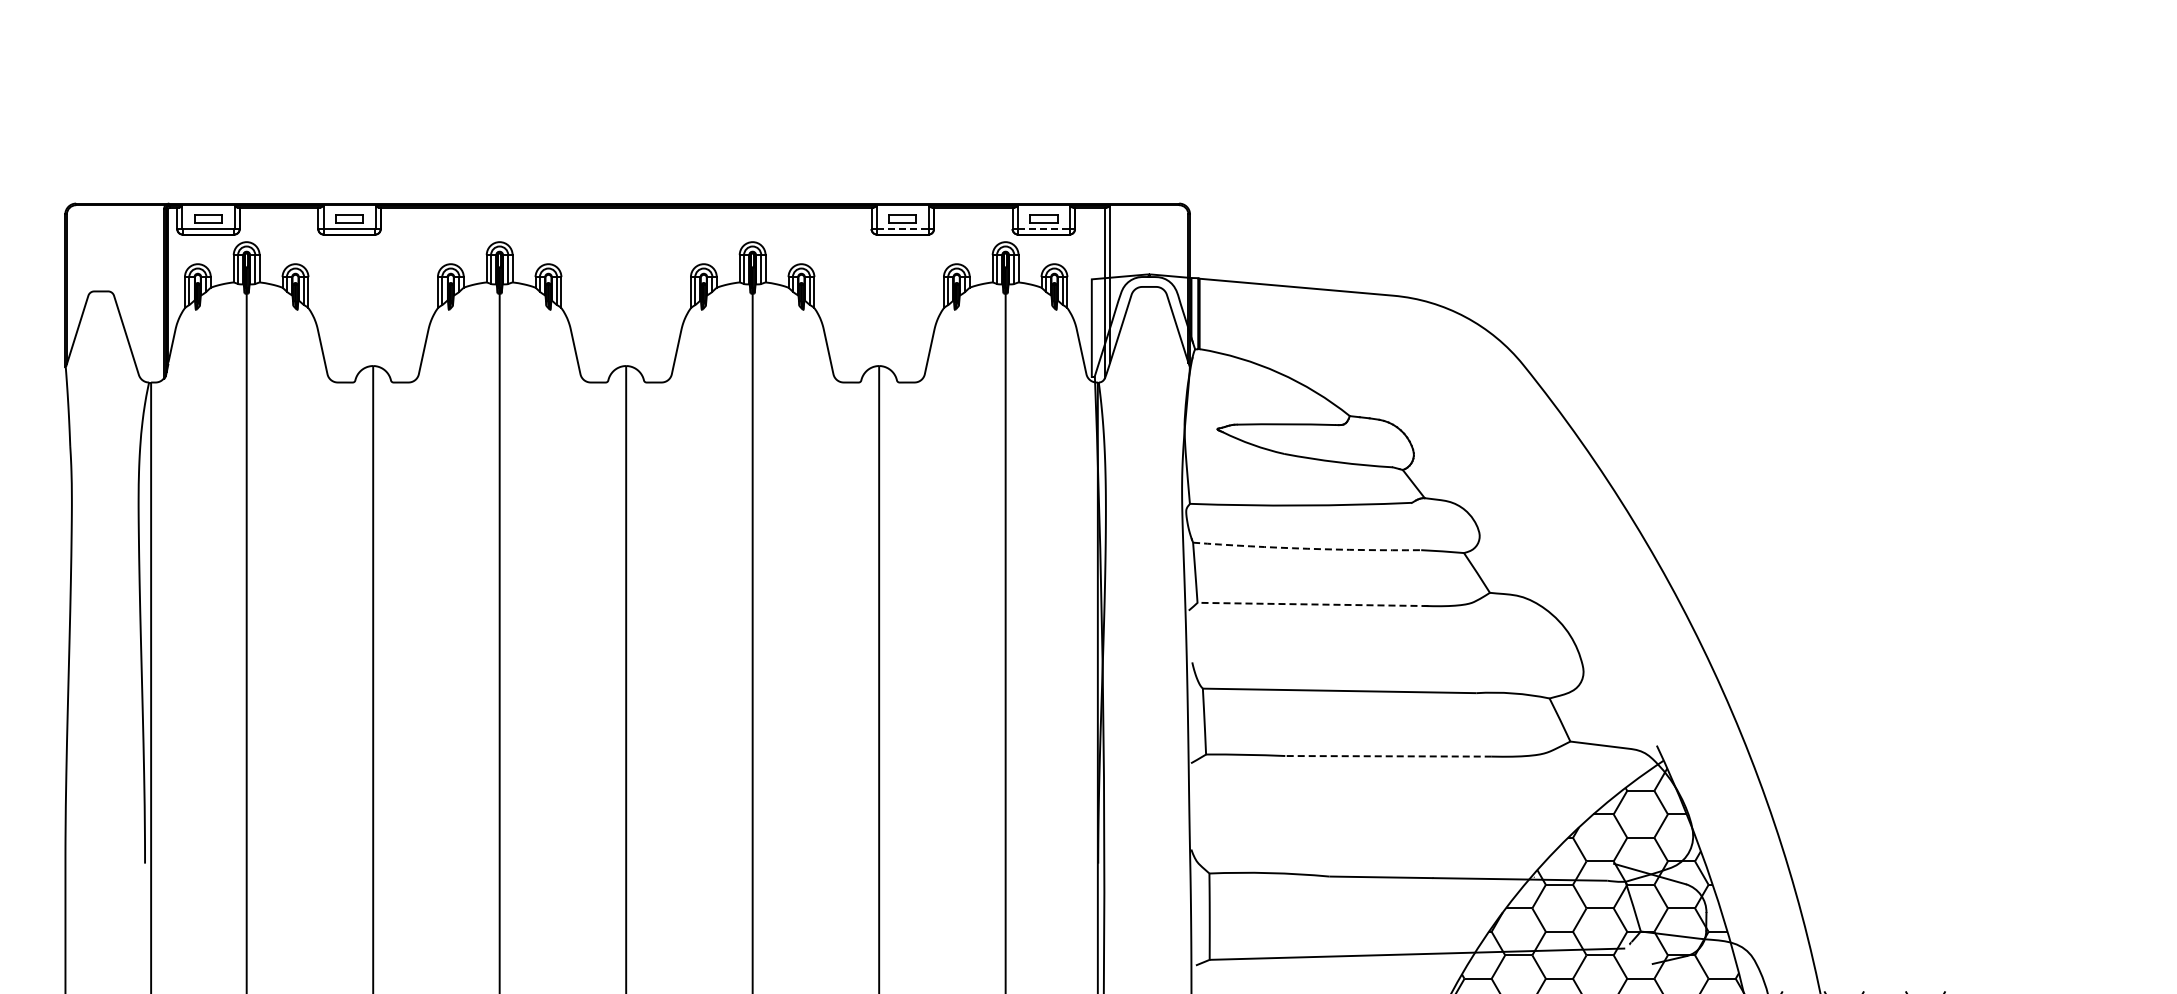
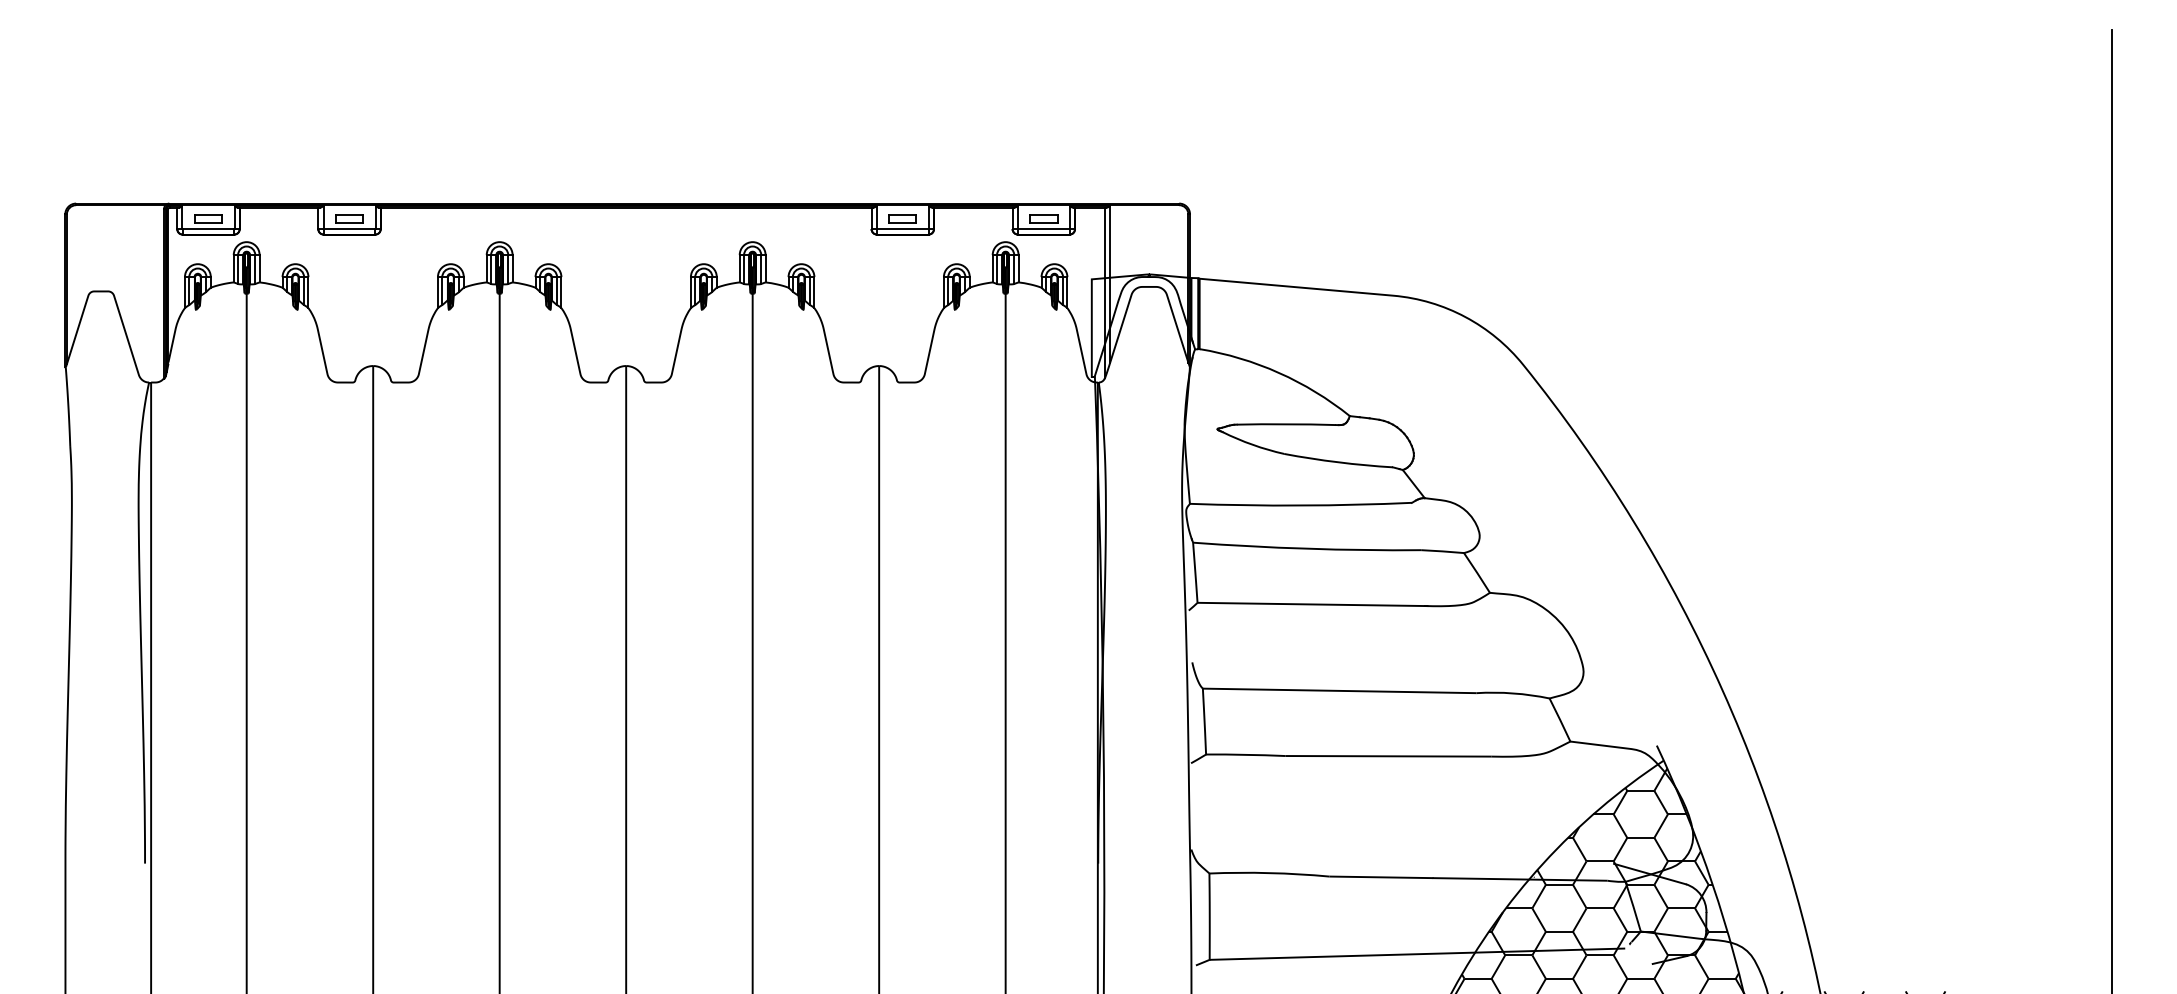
line at (902, 229): dashed -> solid
line at (1043, 229): dashed -> solid
line at (2111, 510): none -> present
arc at (1307, 548): dashed -> solid
line at (1312, 604): dashed -> solid
line at (1388, 756): dashed -> solid
